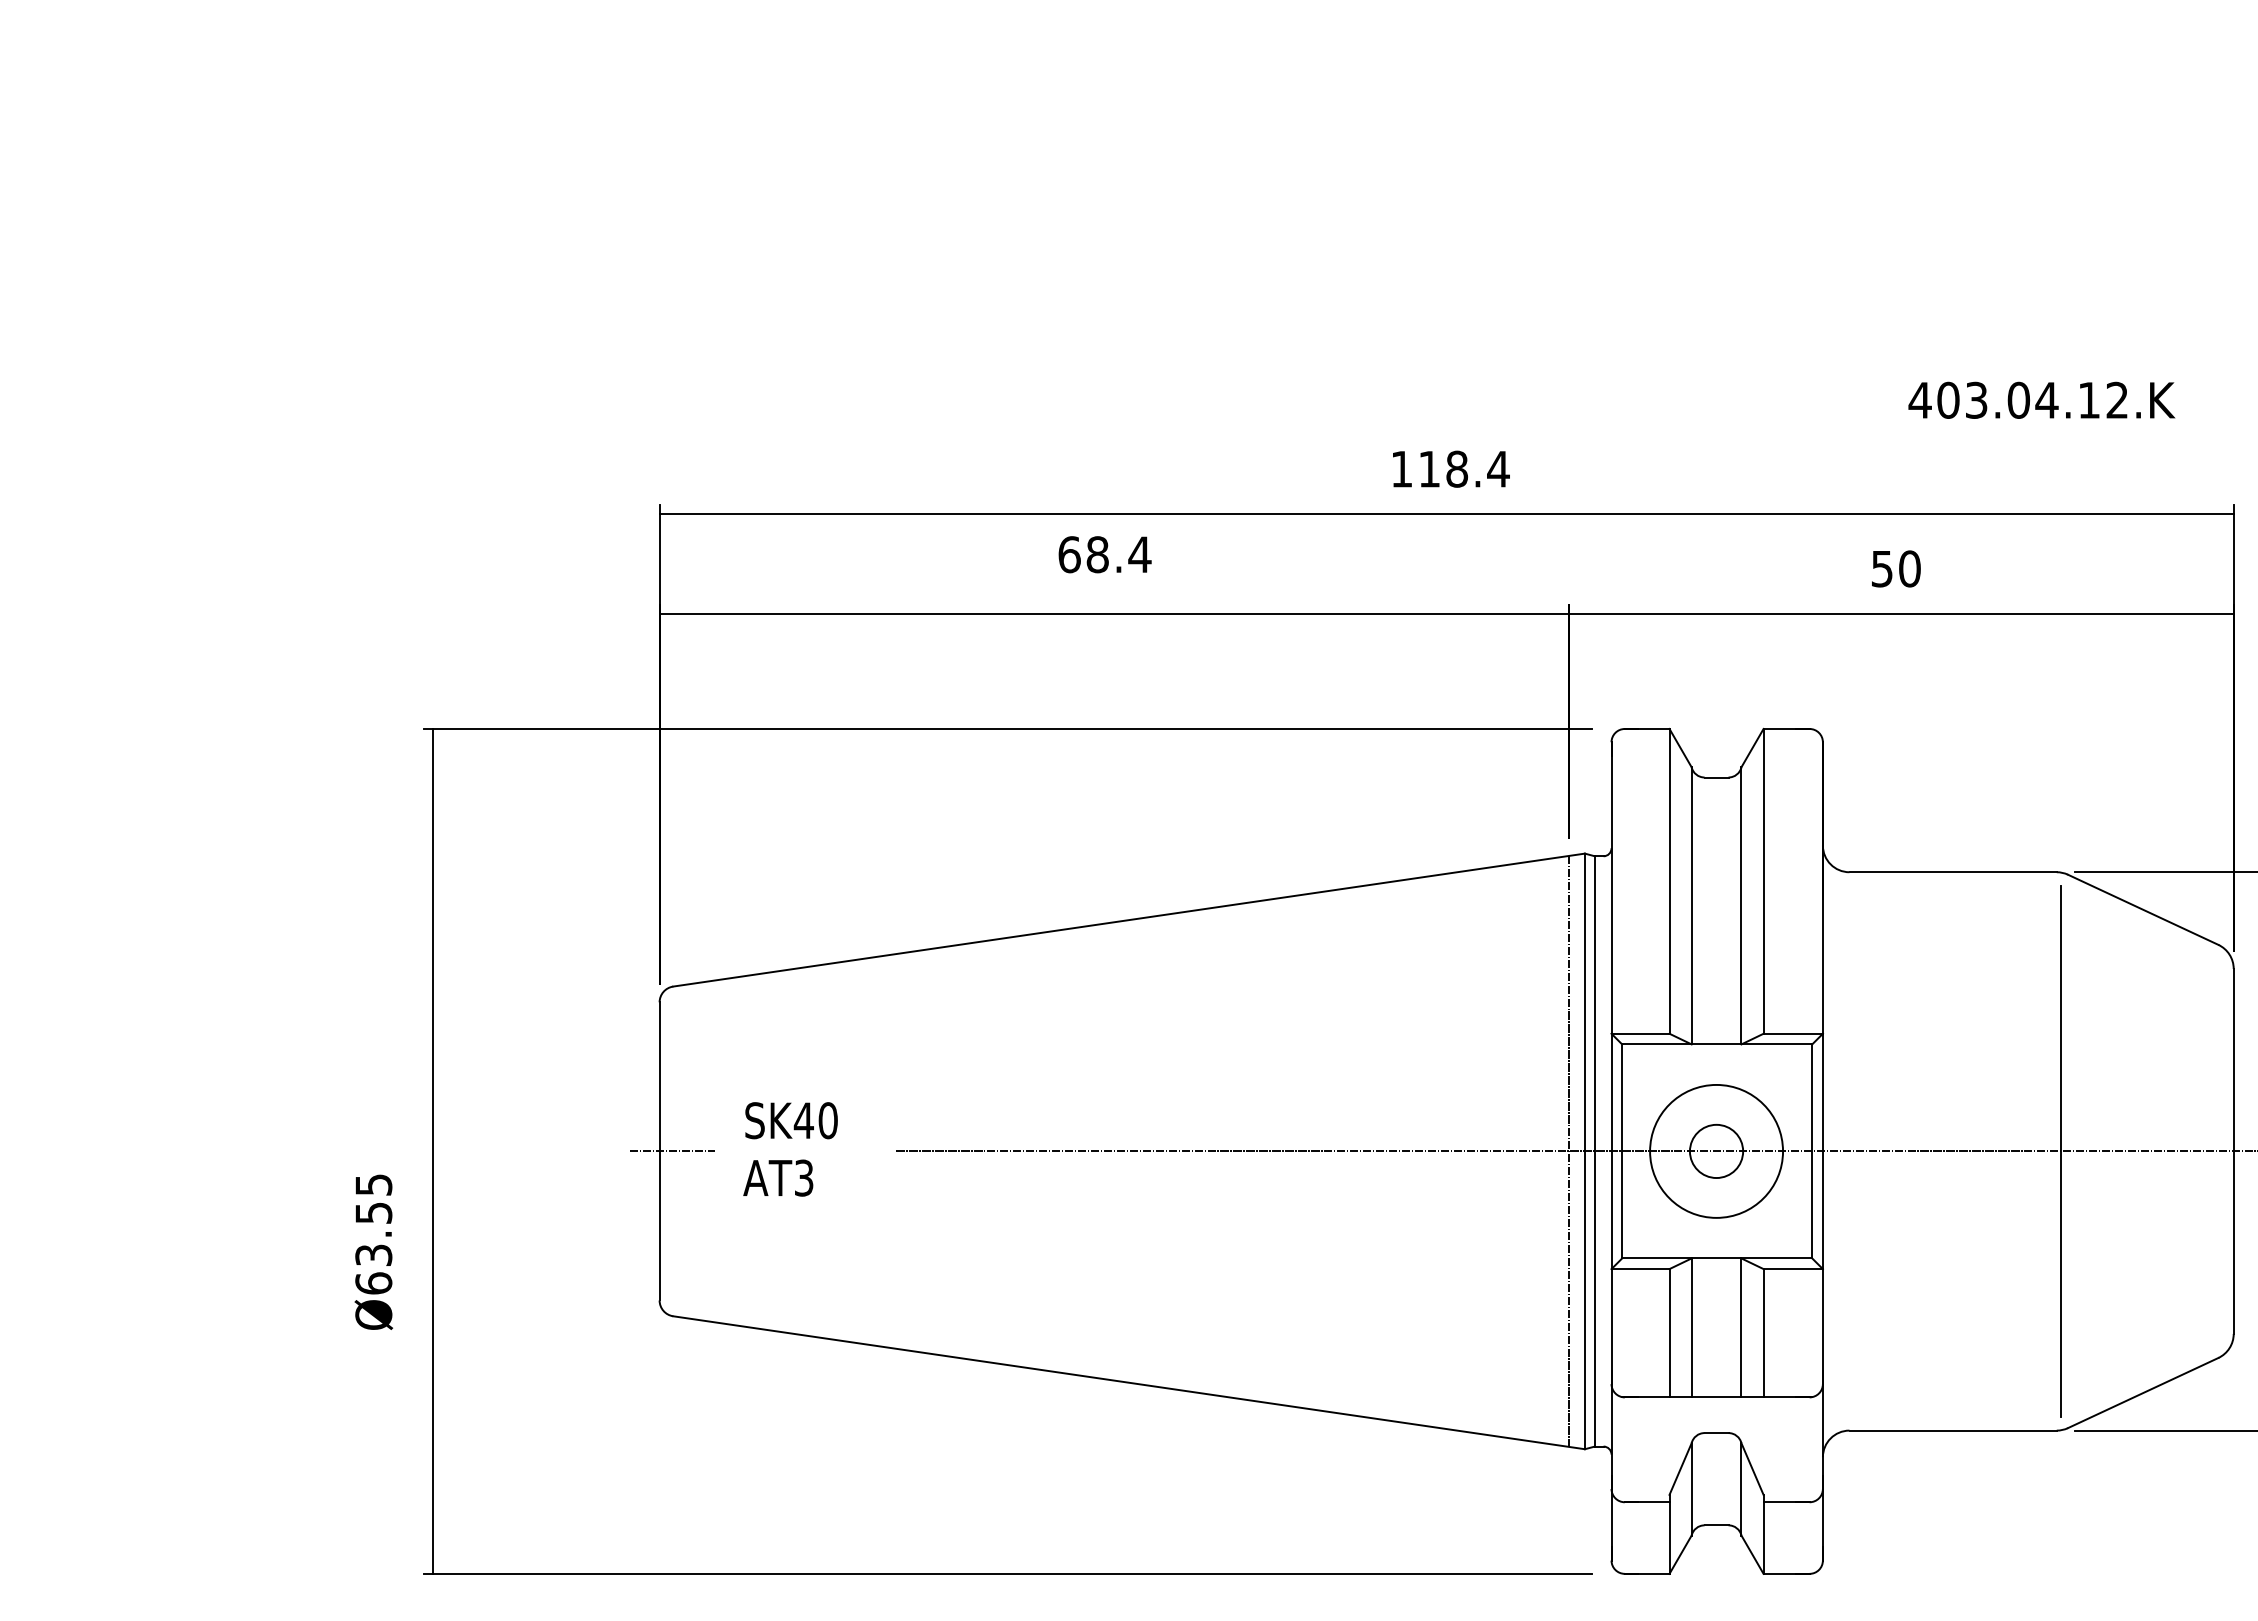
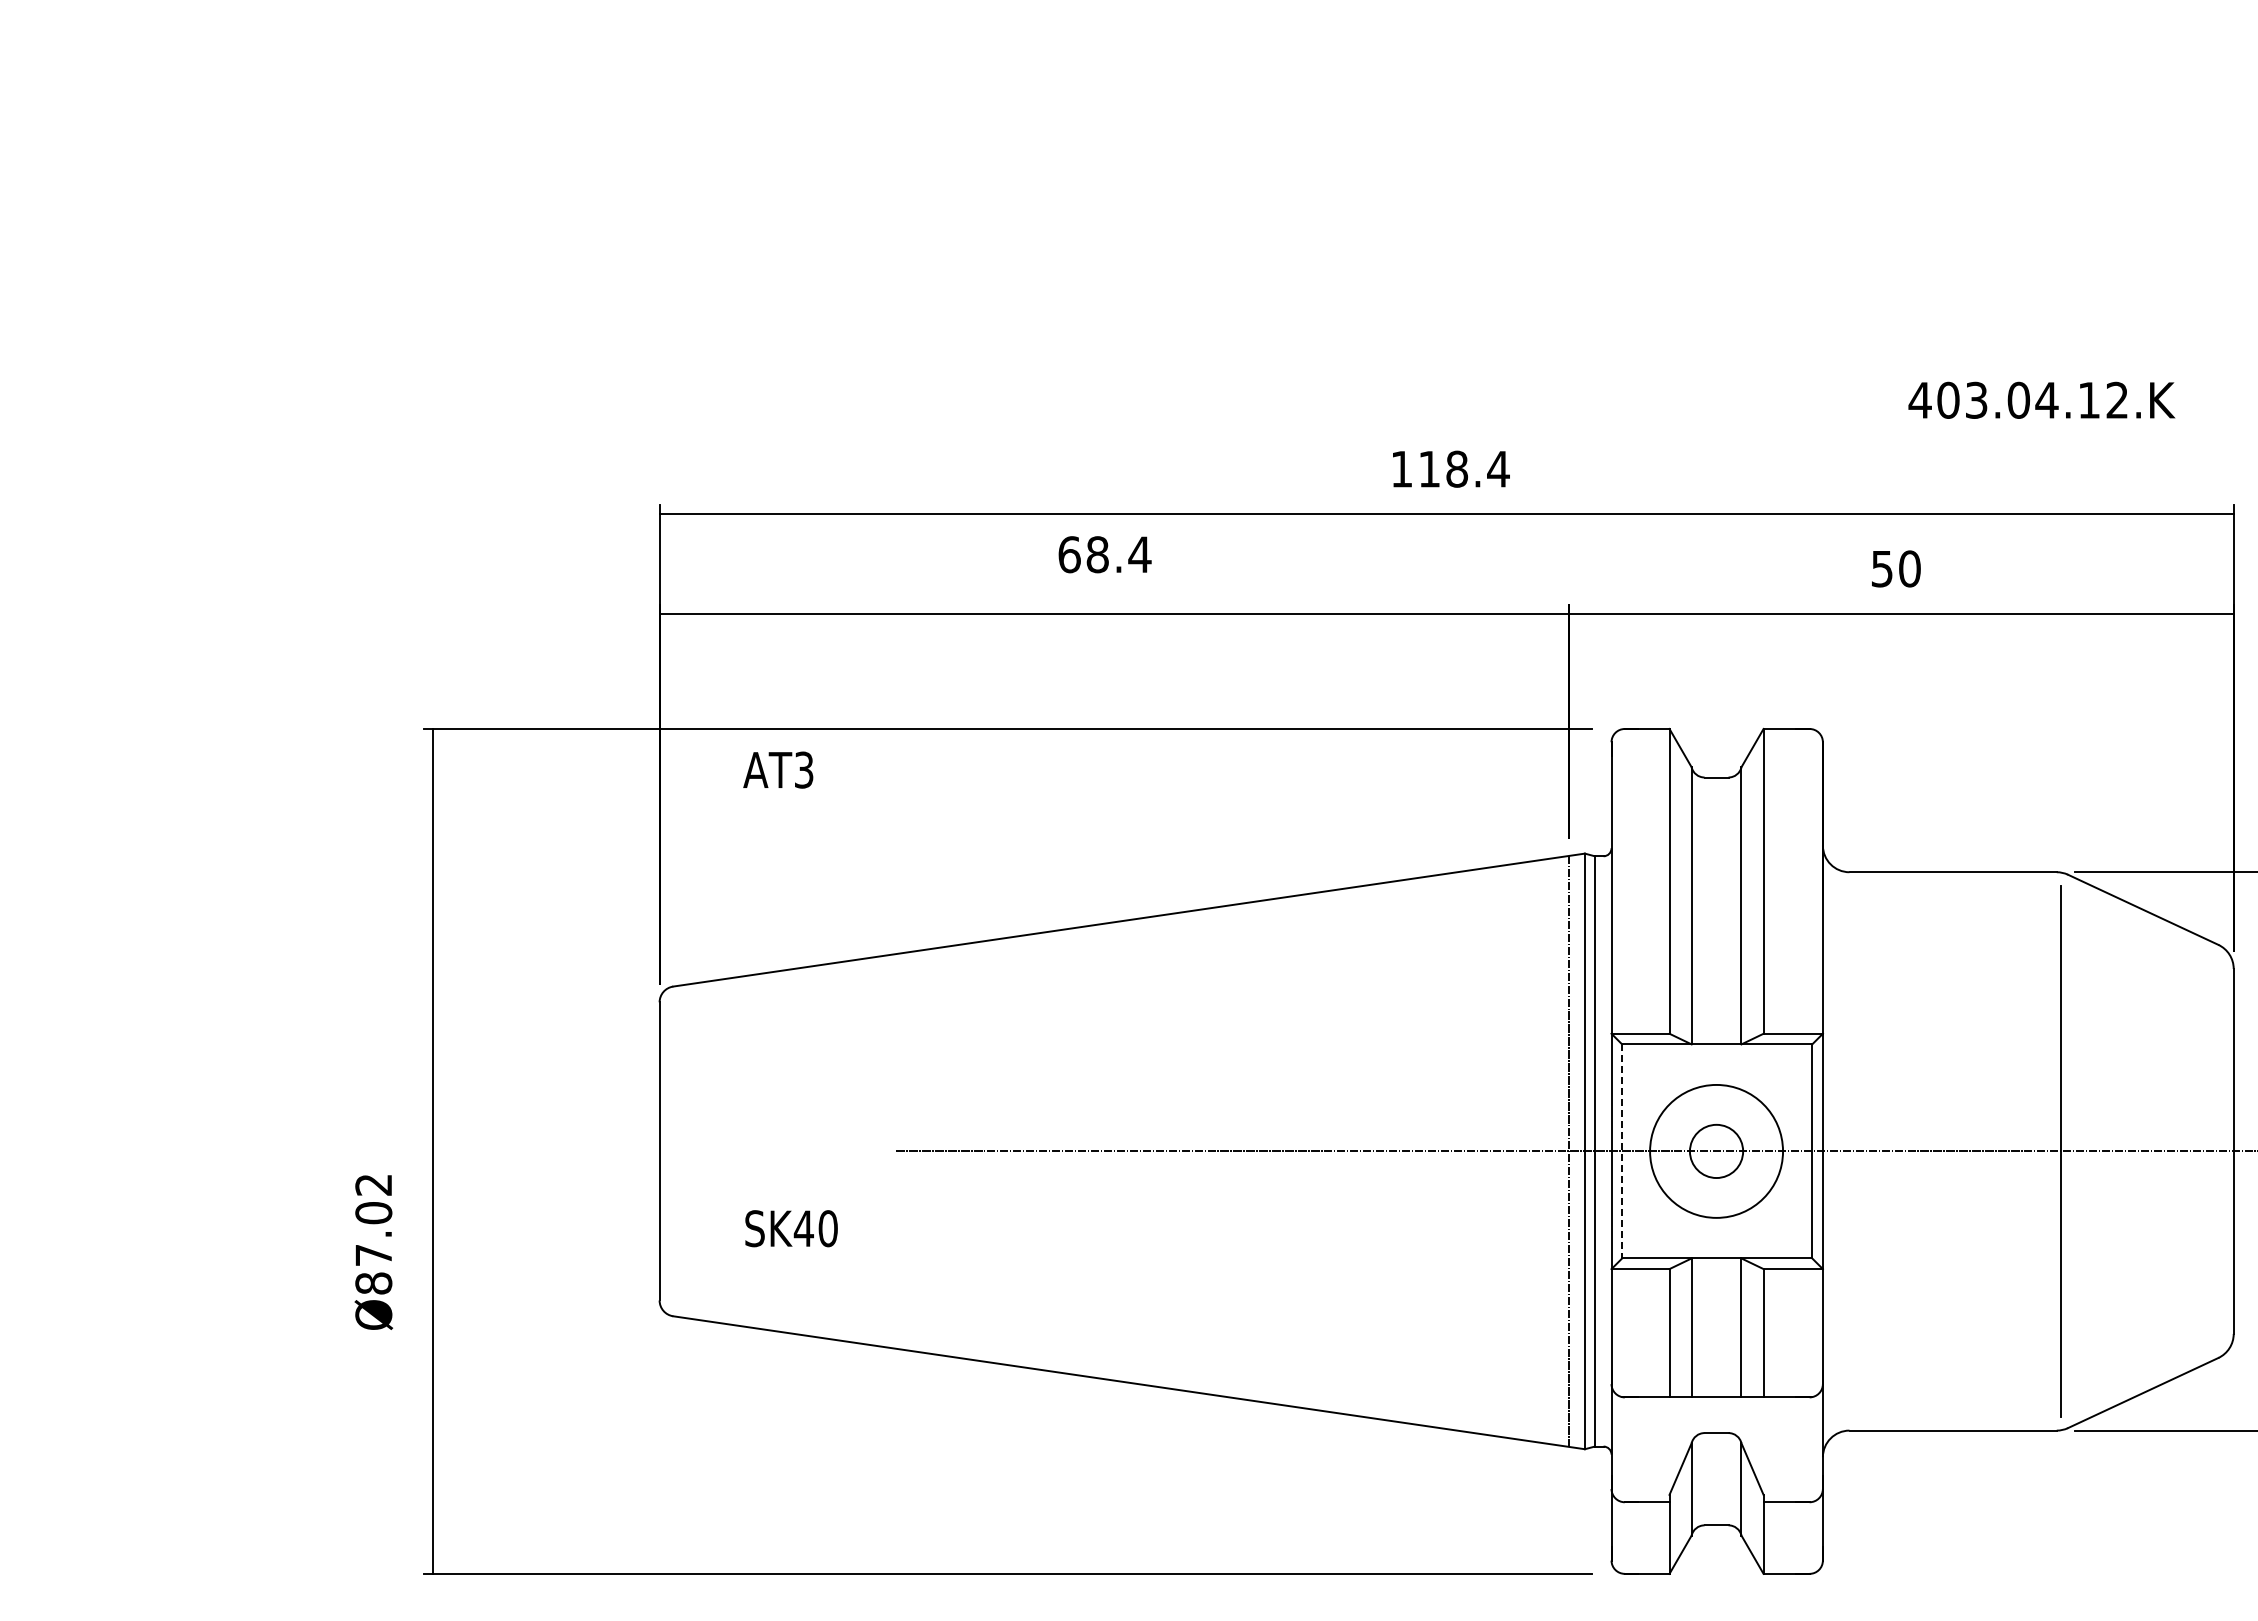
text at (791, 1120) position: (791, 1120) -> (791, 1228)
line at (672, 1151): present -> none
line at (1622, 1151): solid -> dashed
text at (778, 1177) position: (778, 1177) -> (778, 769)
text at (373, 1234): Ø63.55 -> Ø87.02
